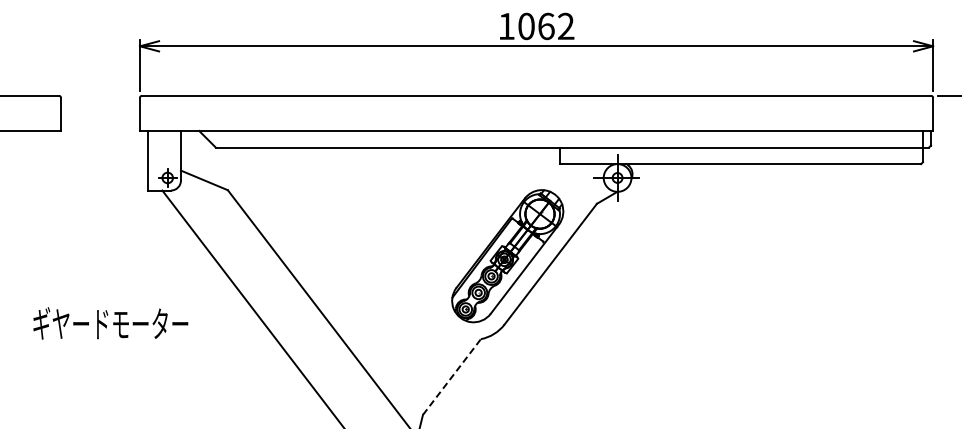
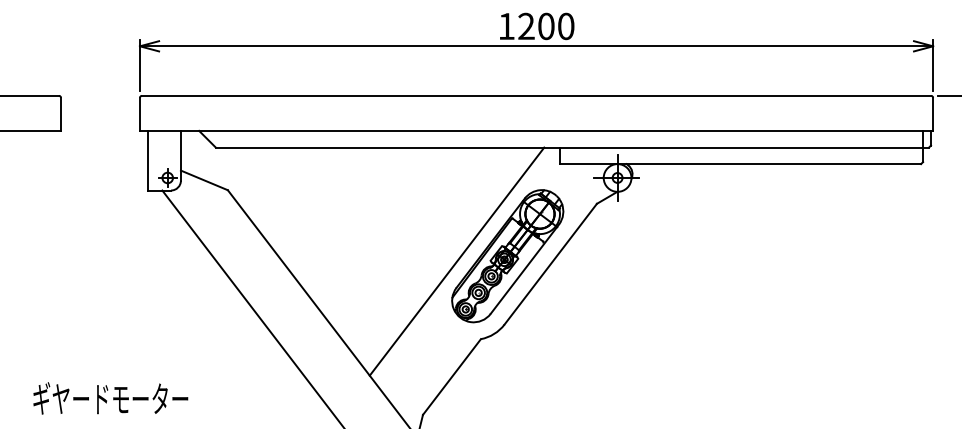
text at (546, 26): 1062 -> 1200
line at (456, 261): none -> present
text at (110, 323) position: (110, 323) -> (110, 398)
line at (451, 377): dashed -> solid
